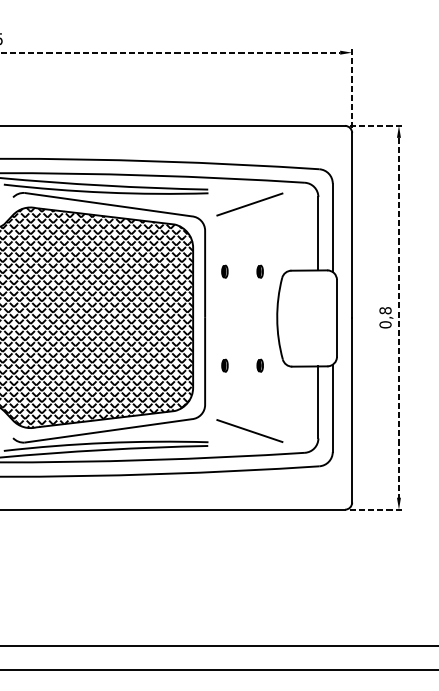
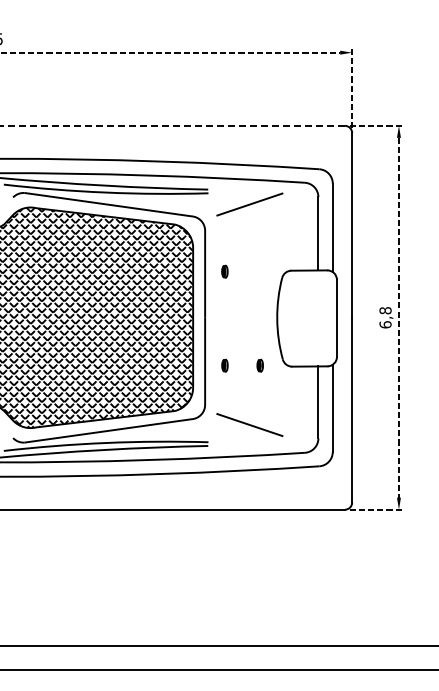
line at (172, 125): solid -> dashed
part at (259, 271): present -> none
text at (385, 324): 0,8 -> 6,8
line at (249, 430) position: (249, 430) -> (249, 424)
